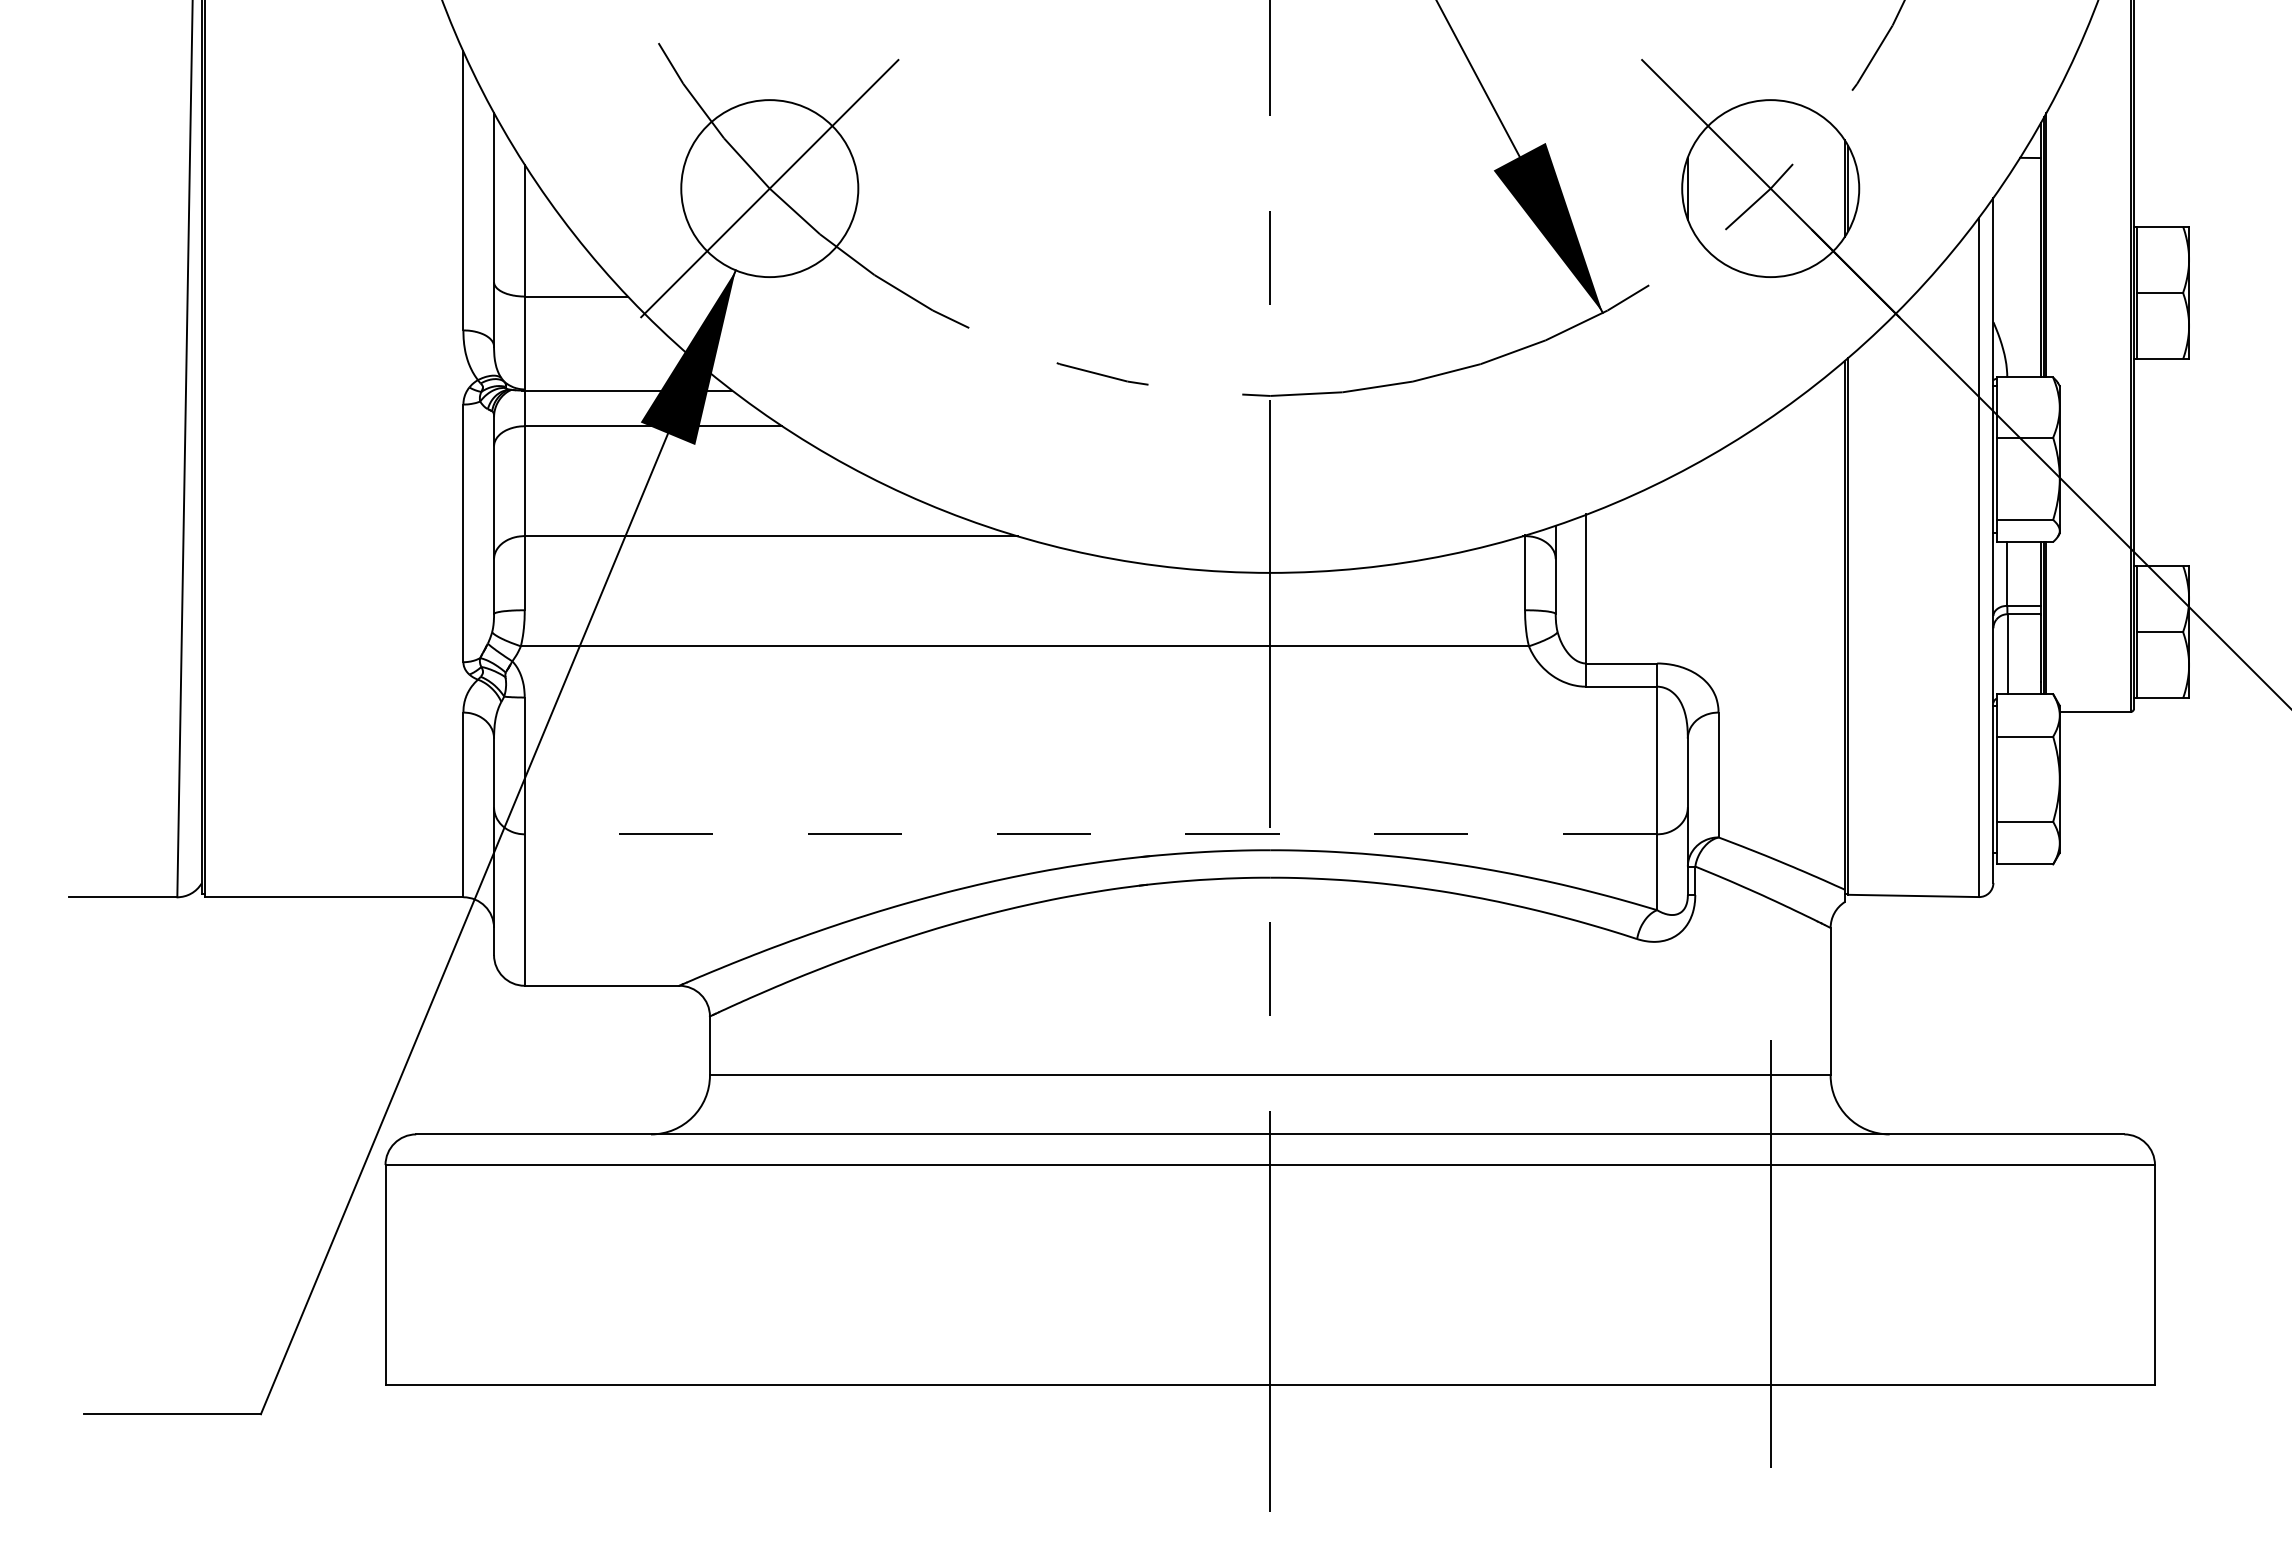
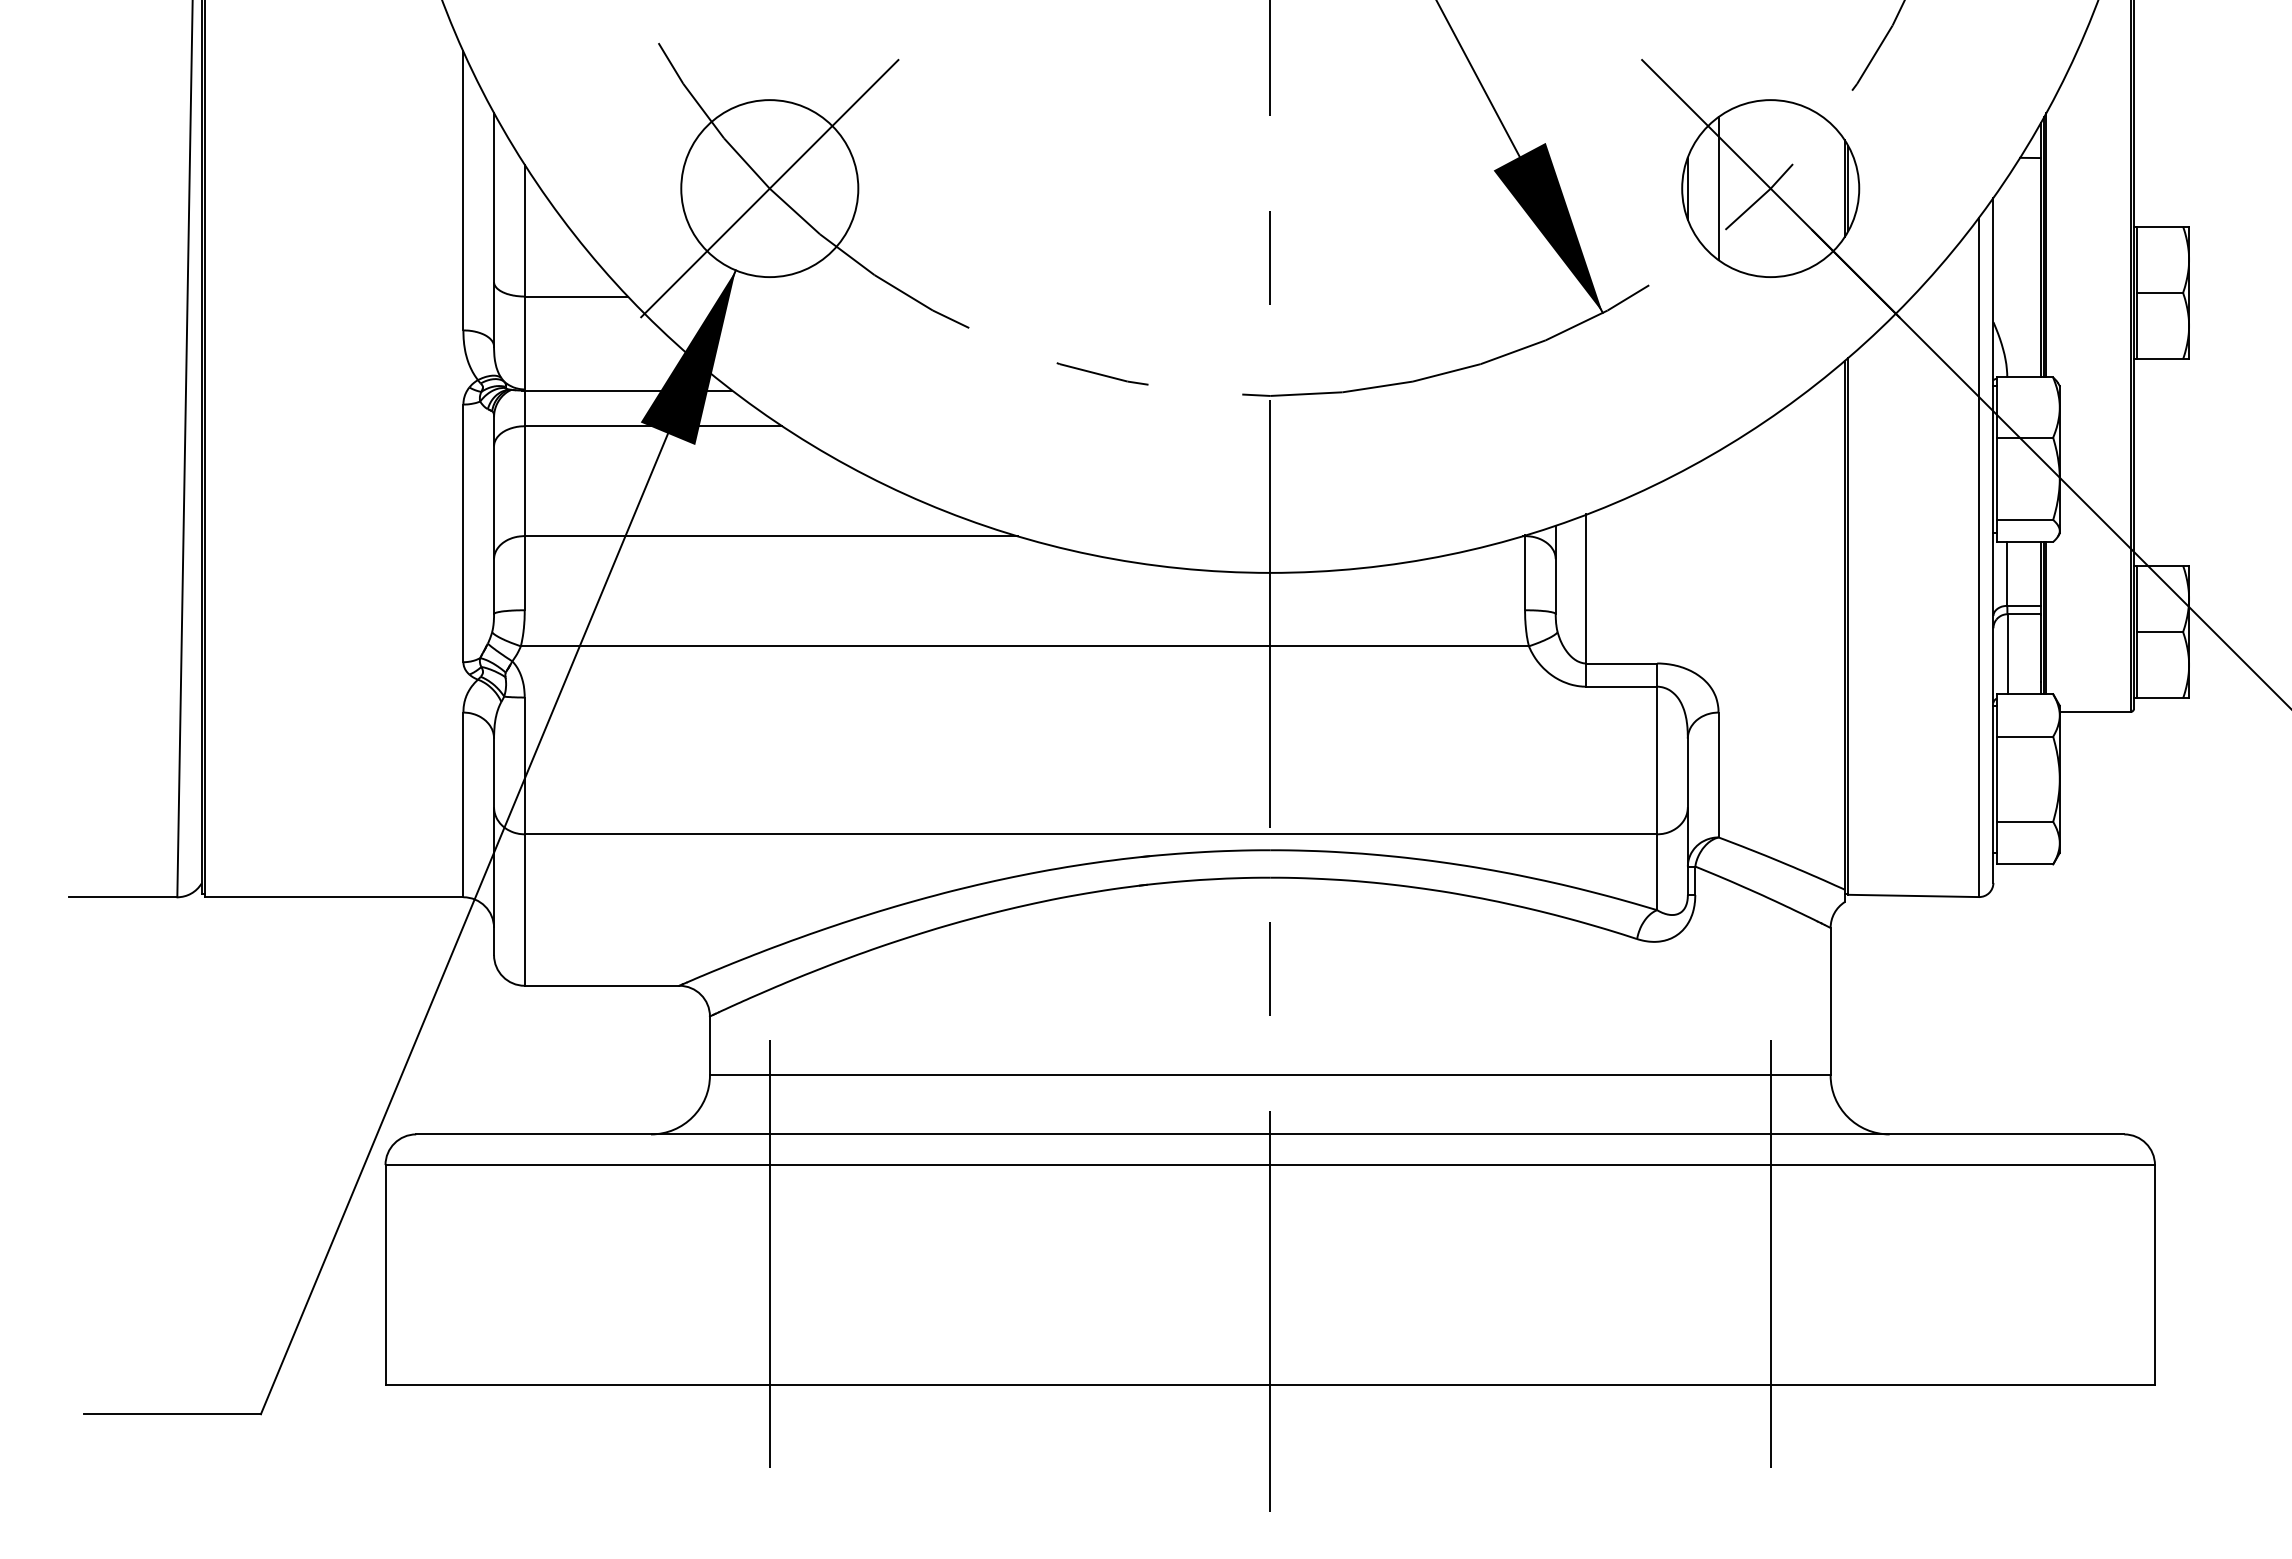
line at (1718, 188): none -> present
line at (1090, 834): dashed -> solid
line at (769, 1259): none -> present
